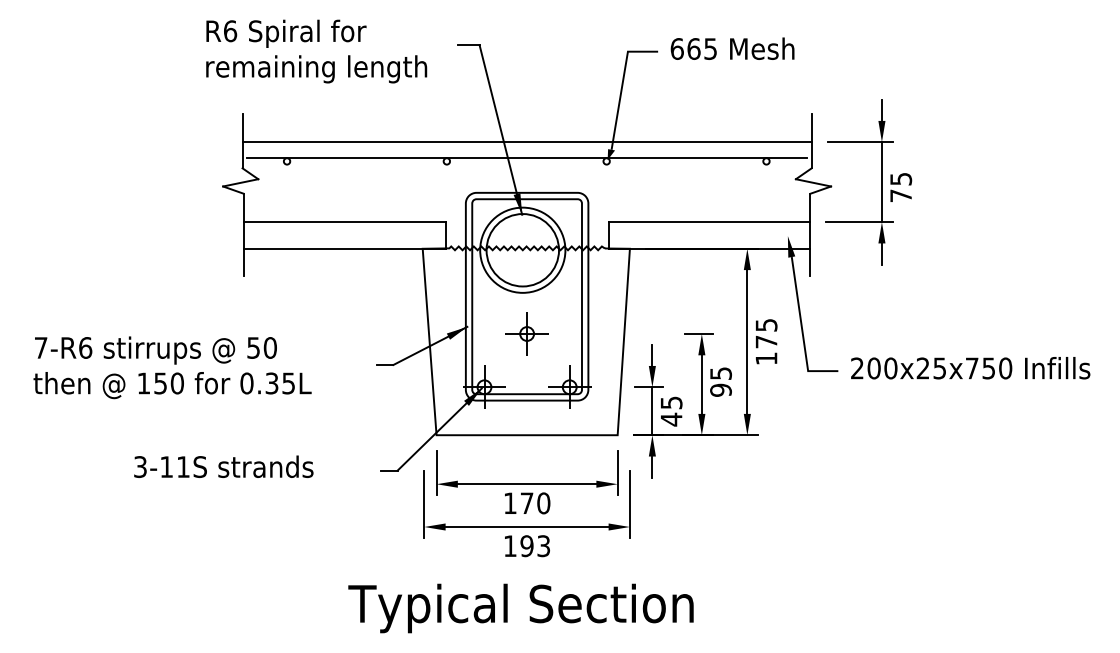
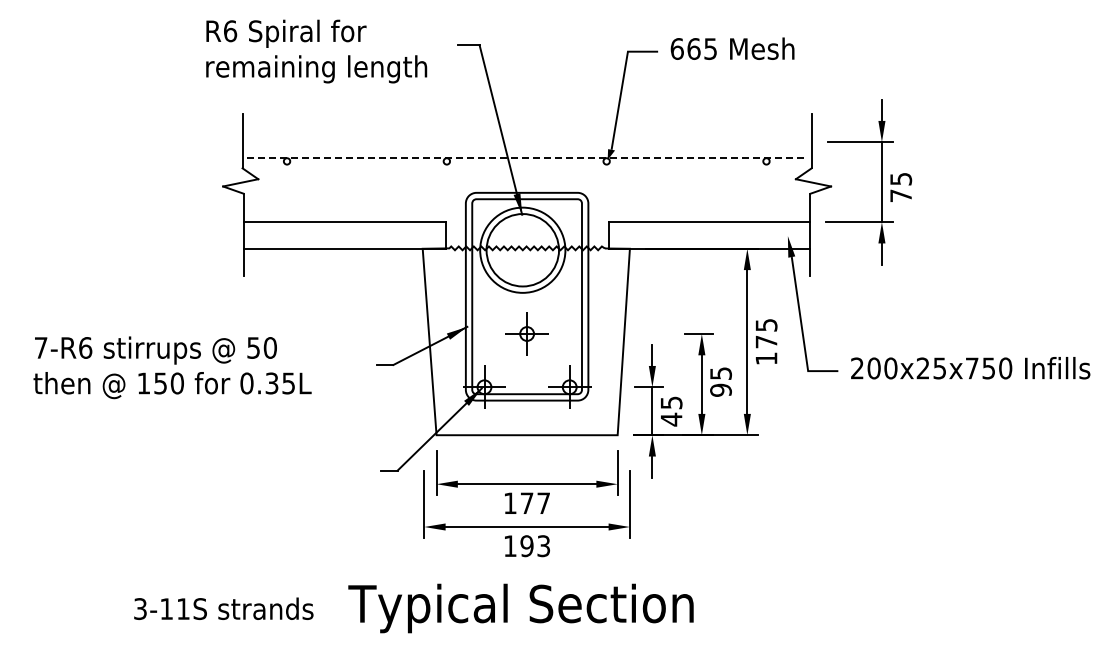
line at (526, 142): present -> none
line at (527, 158): solid -> dashed
text at (223, 466) position: (223, 466) -> (223, 608)
text at (543, 503): 170 -> 177
